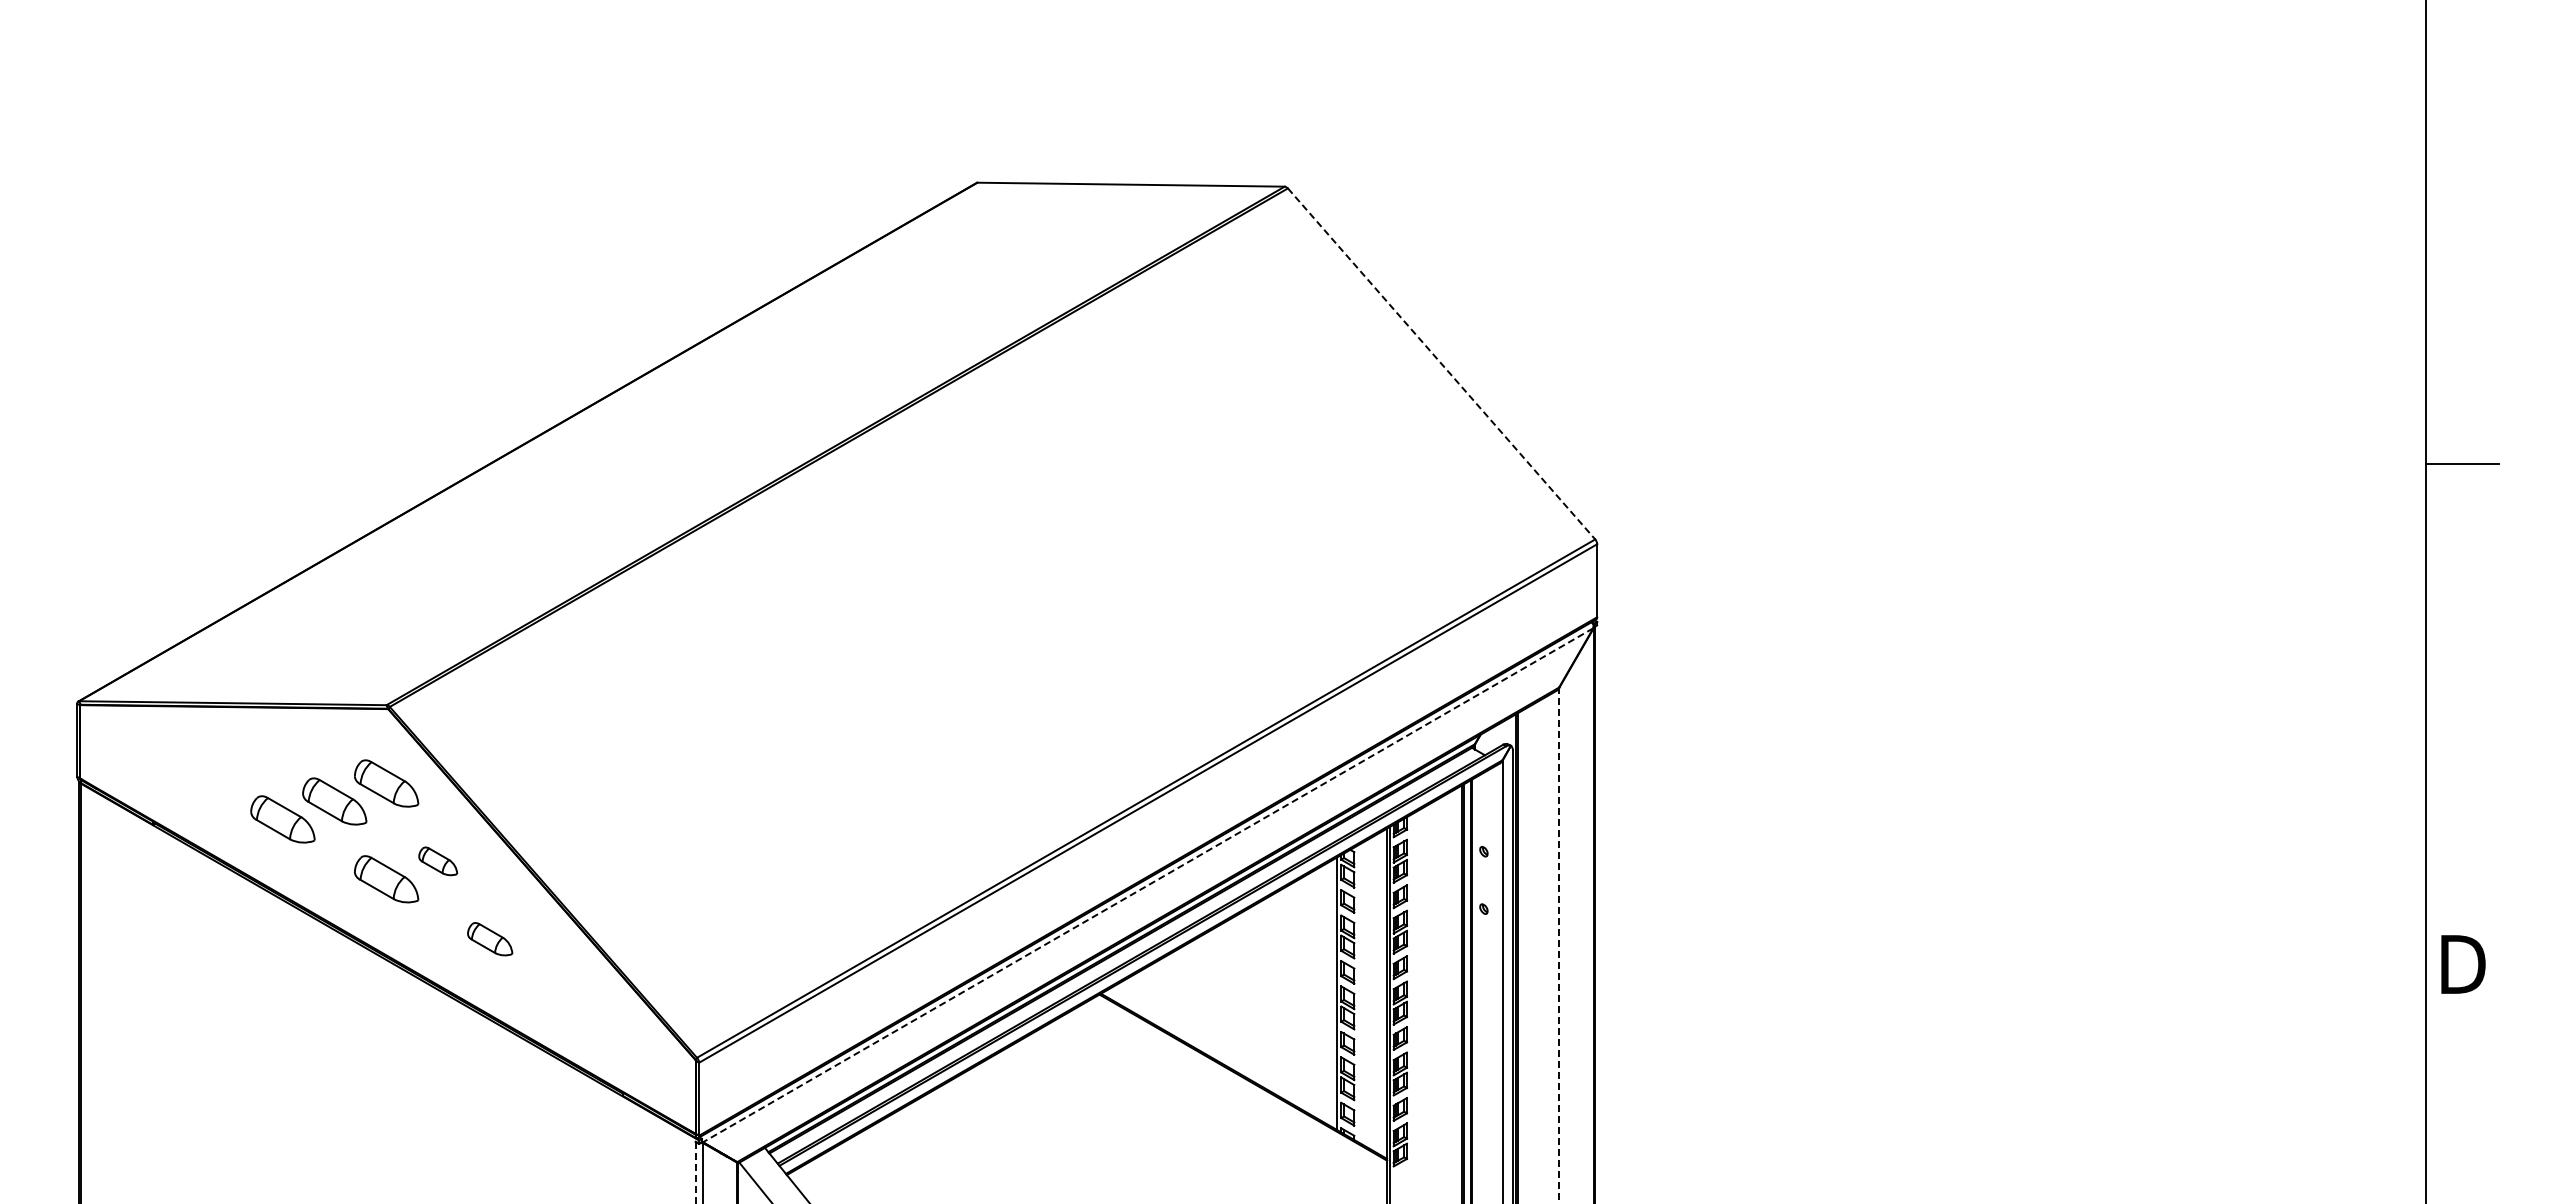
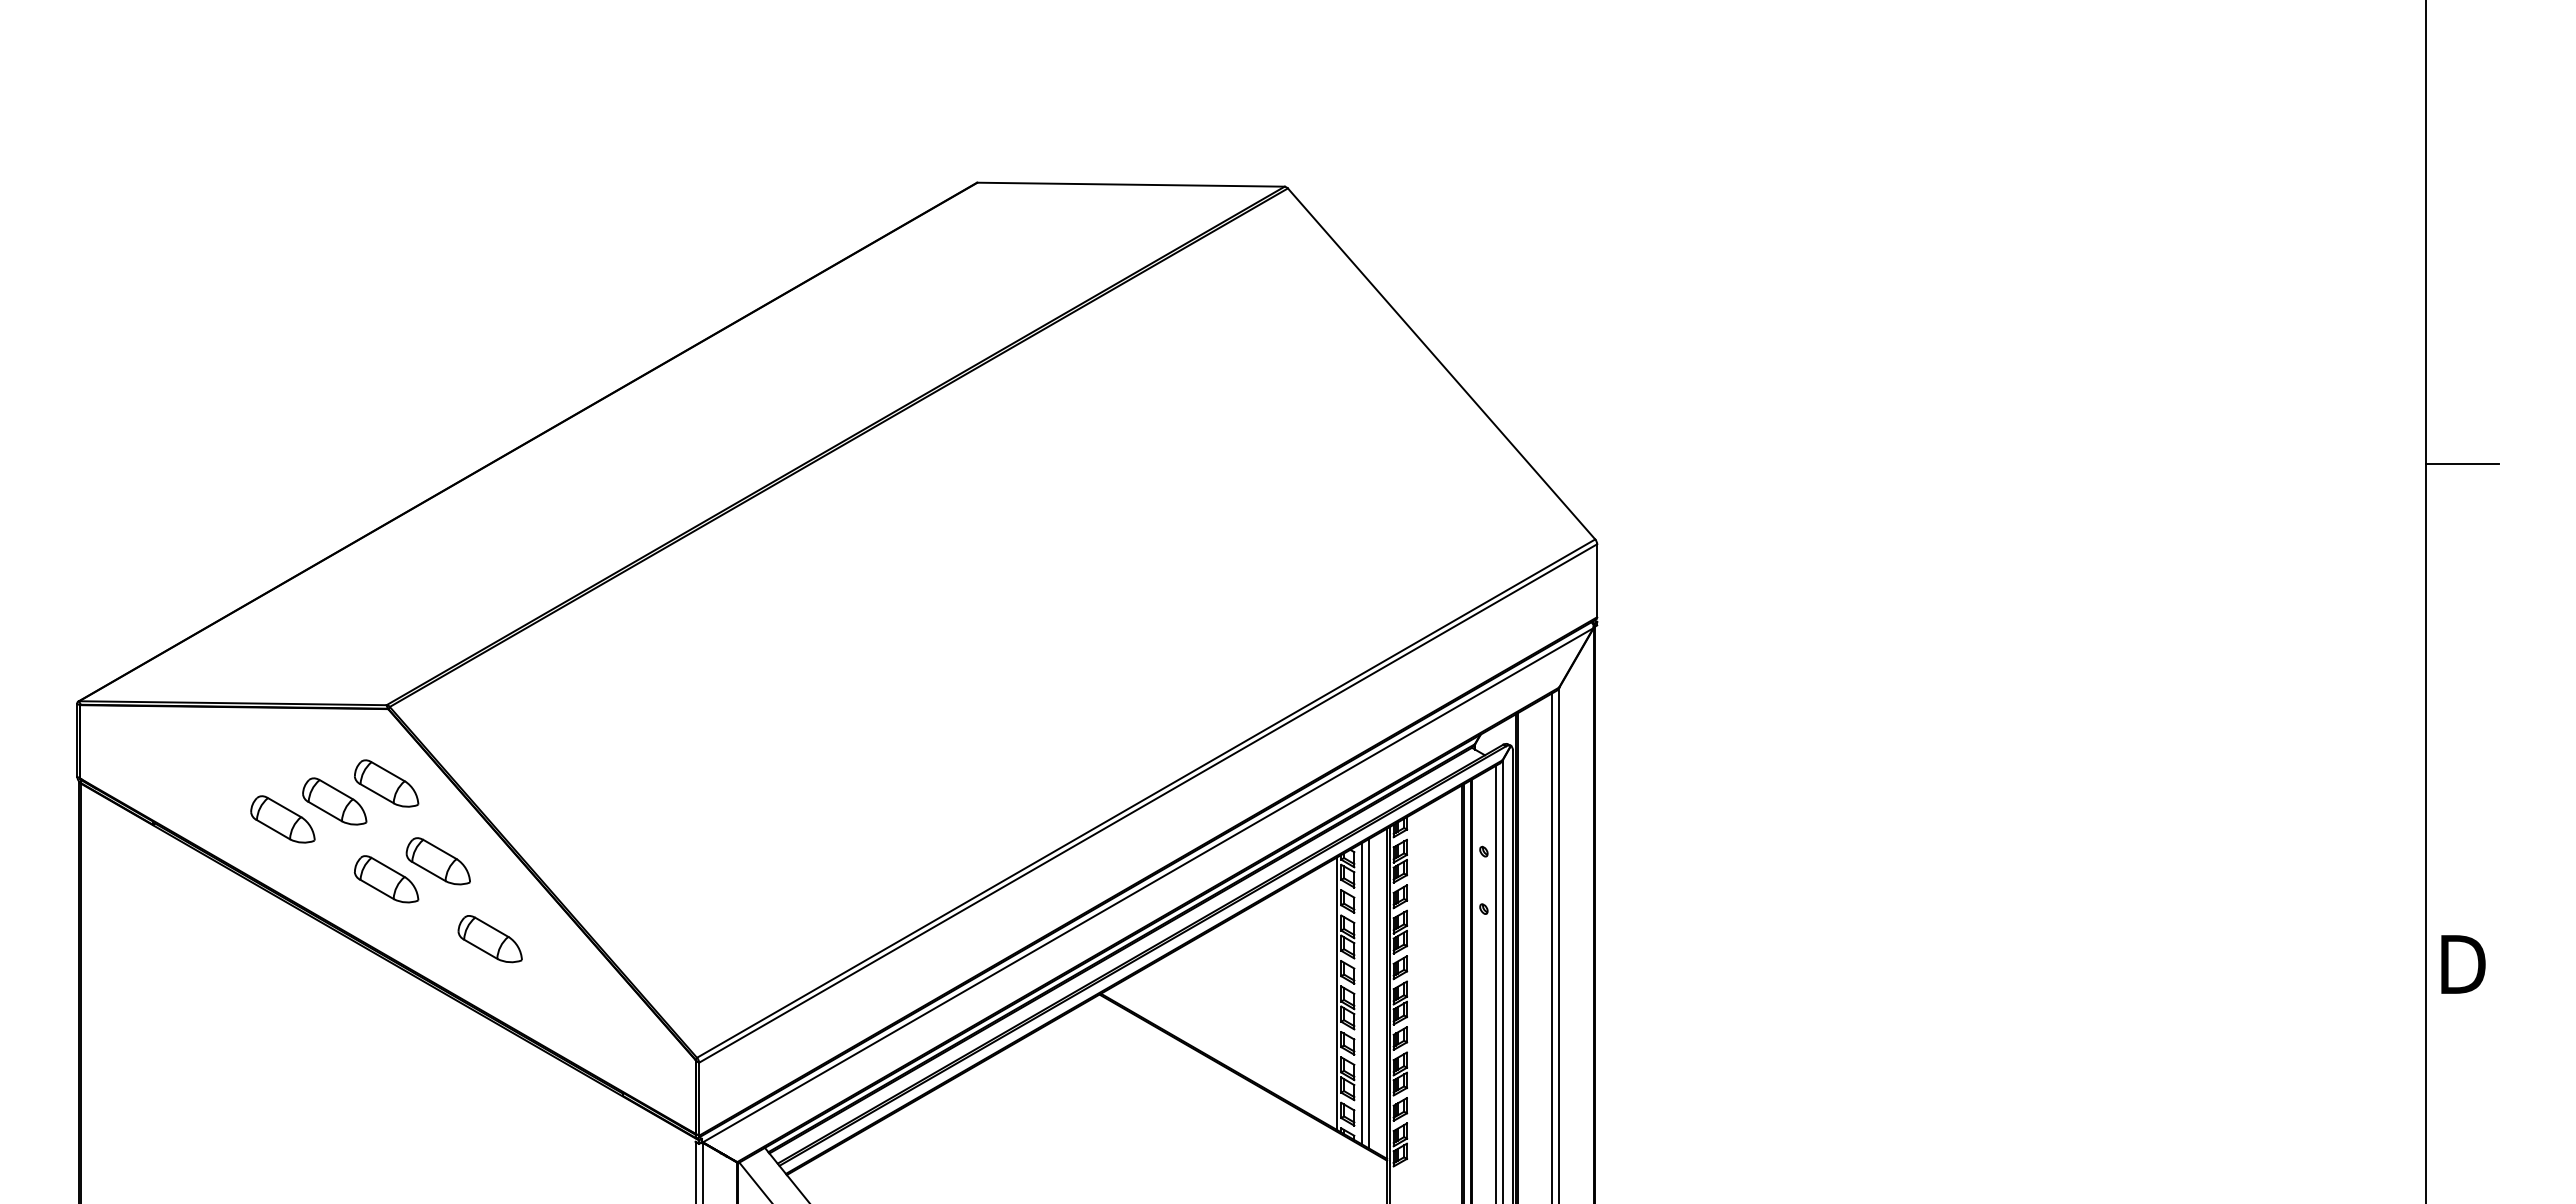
line at (1441, 364): dashed -> solid
part at (438, 861) size: 41x31 px -> 66x49 px
line at (1147, 885): dashed -> solid
part at (490, 939) size: 47x35 px -> 66x49 px
line at (1559, 945): dashed -> solid
line at (1552, 946): none -> present
line at (1495, 983): none -> present
line at (1361, 993): none -> present
line at (1368, 993): none -> present
line at (695, 1172): dashed -> solid
